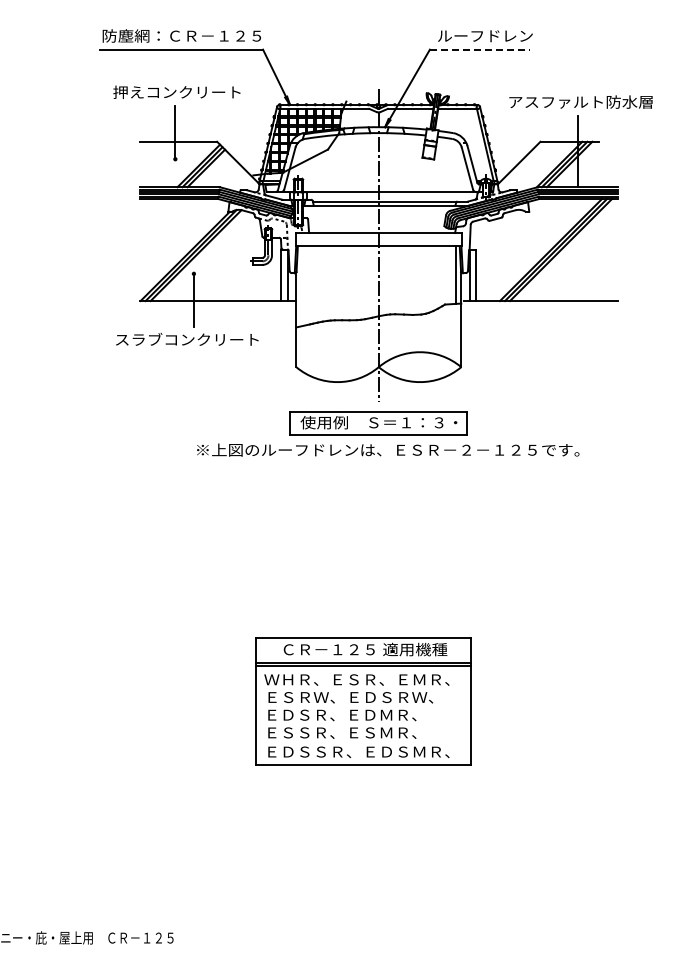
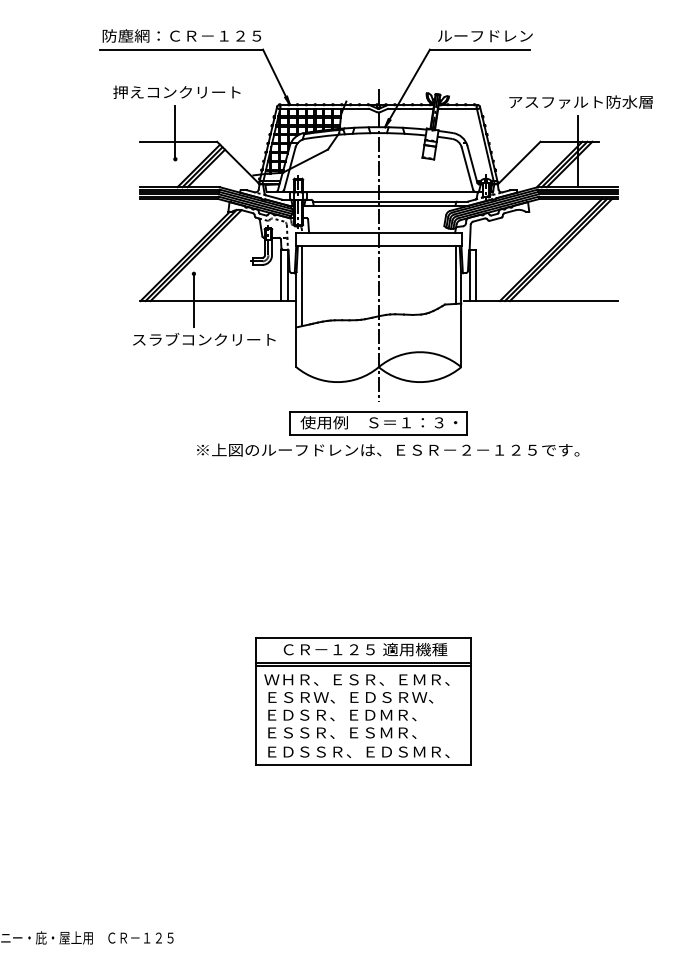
line at (480, 49): dashed -> solid
line at (301, 286): none -> present
text at (187, 339) position: (187, 339) -> (204, 339)
